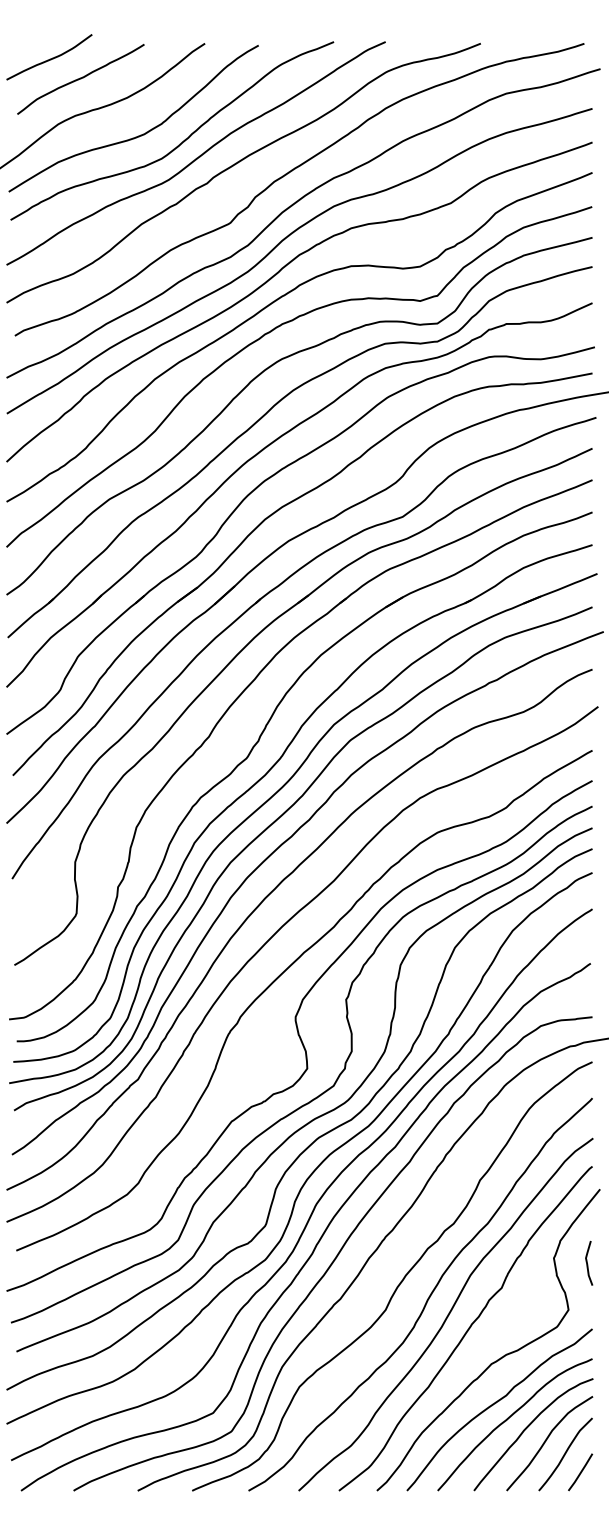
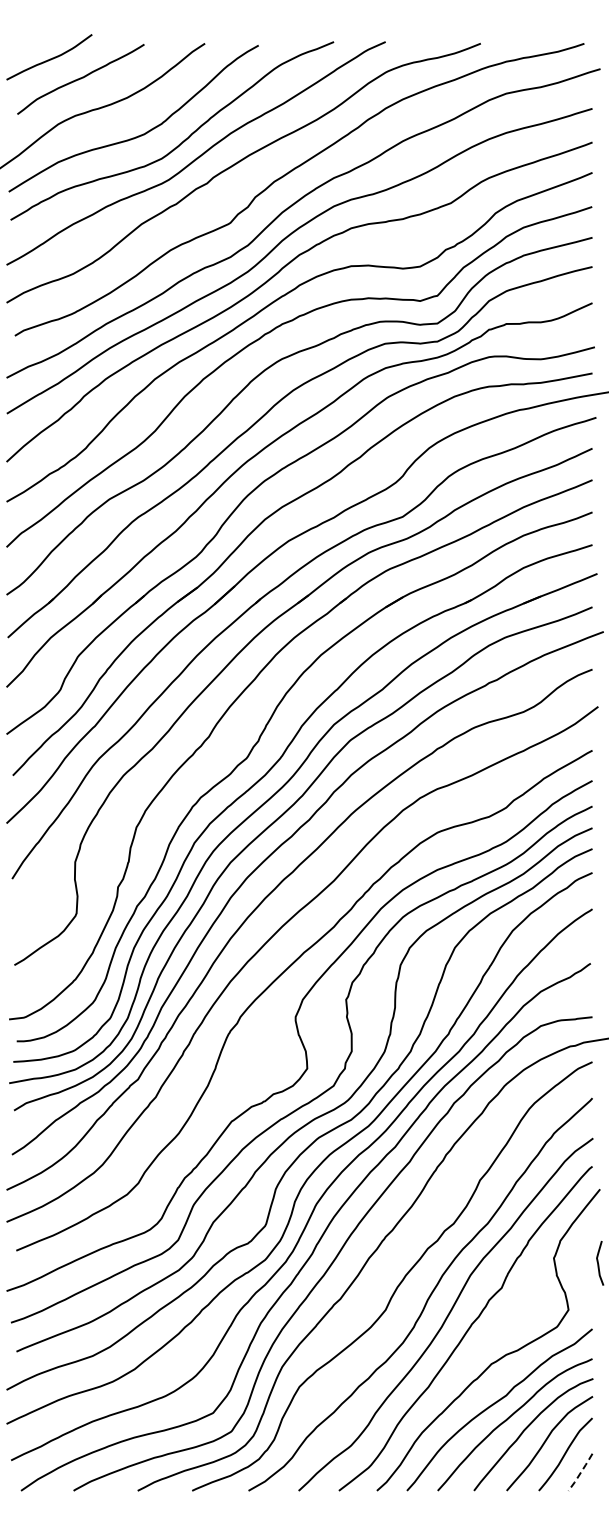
curve at (587, 1262) position: (587, 1262) -> (598, 1262)
line at (581, 1472): solid -> dashed
